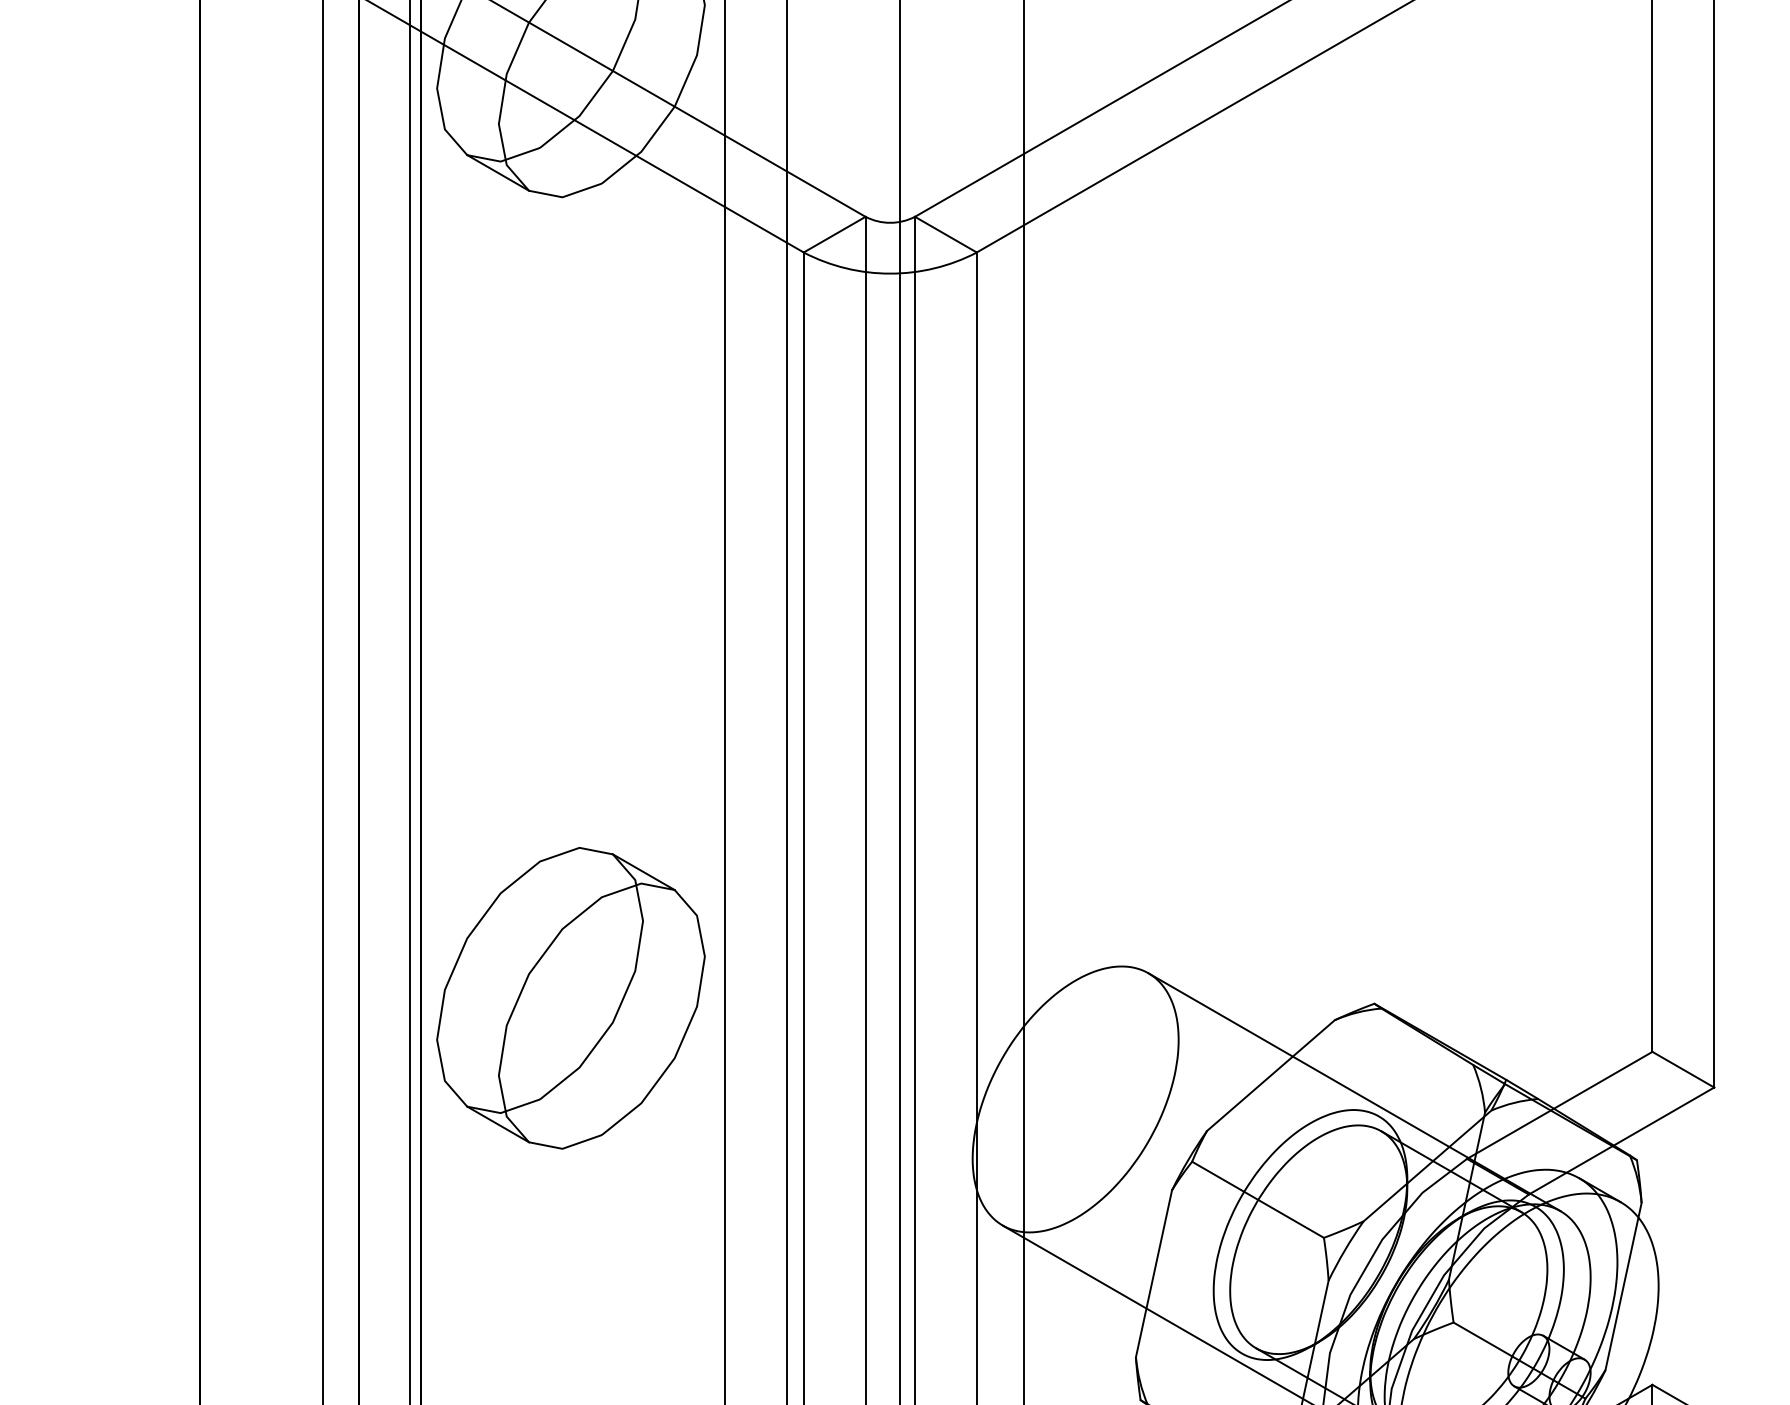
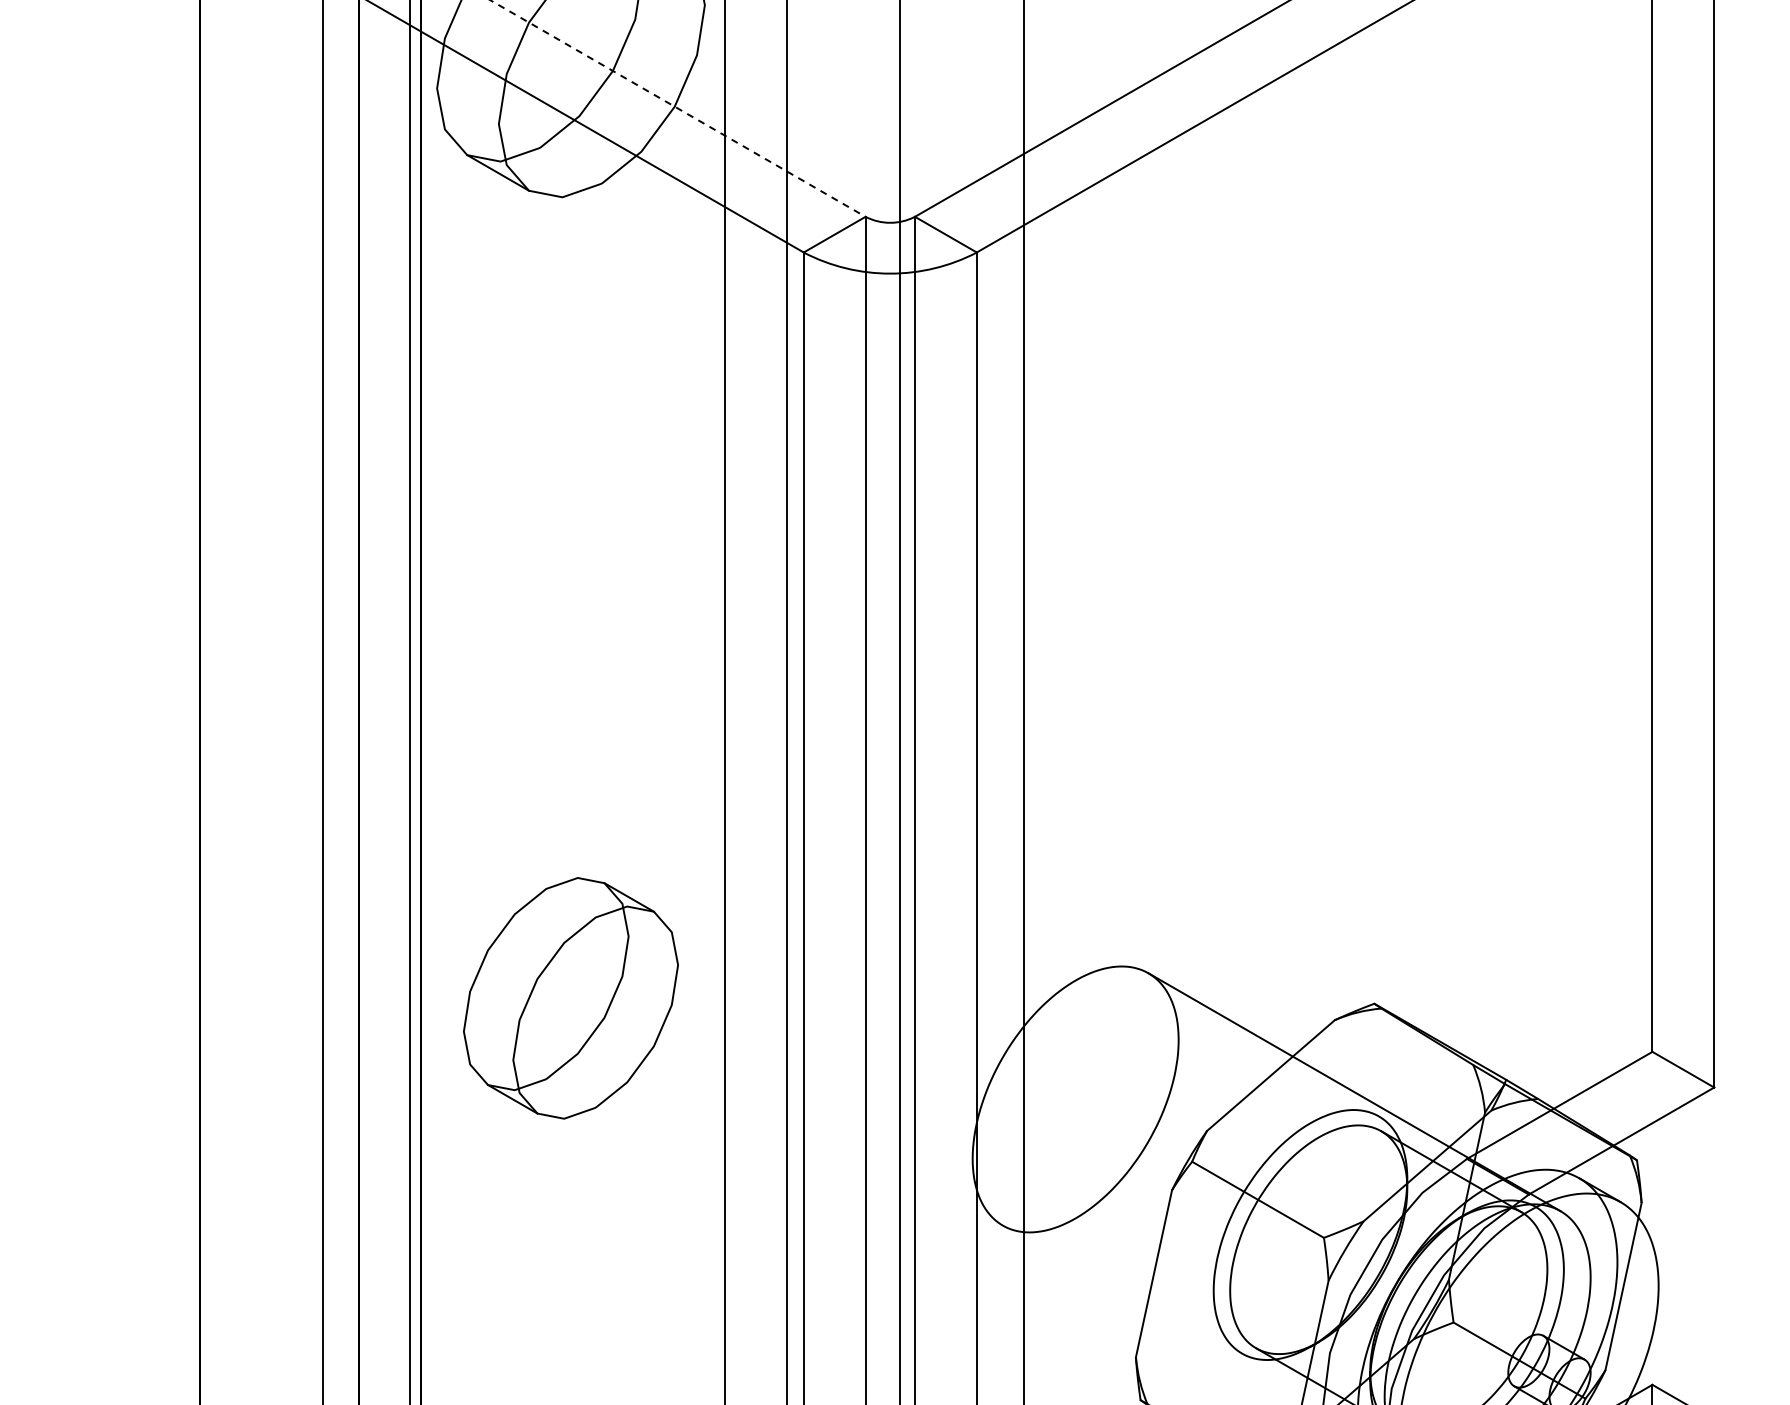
line at (678, 108): solid -> dashed
part at (570, 998) size: 270x303 px -> 216x243 px
line at (1155, 1313): present -> none
